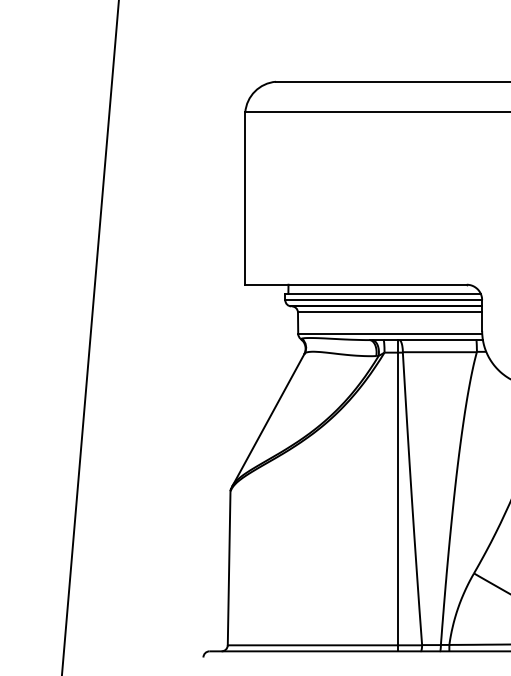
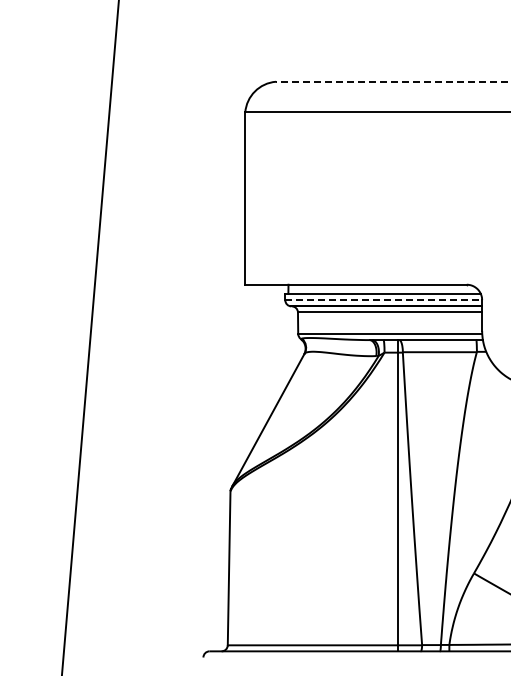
line at (392, 81): solid -> dashed
line at (384, 300): solid -> dashed
